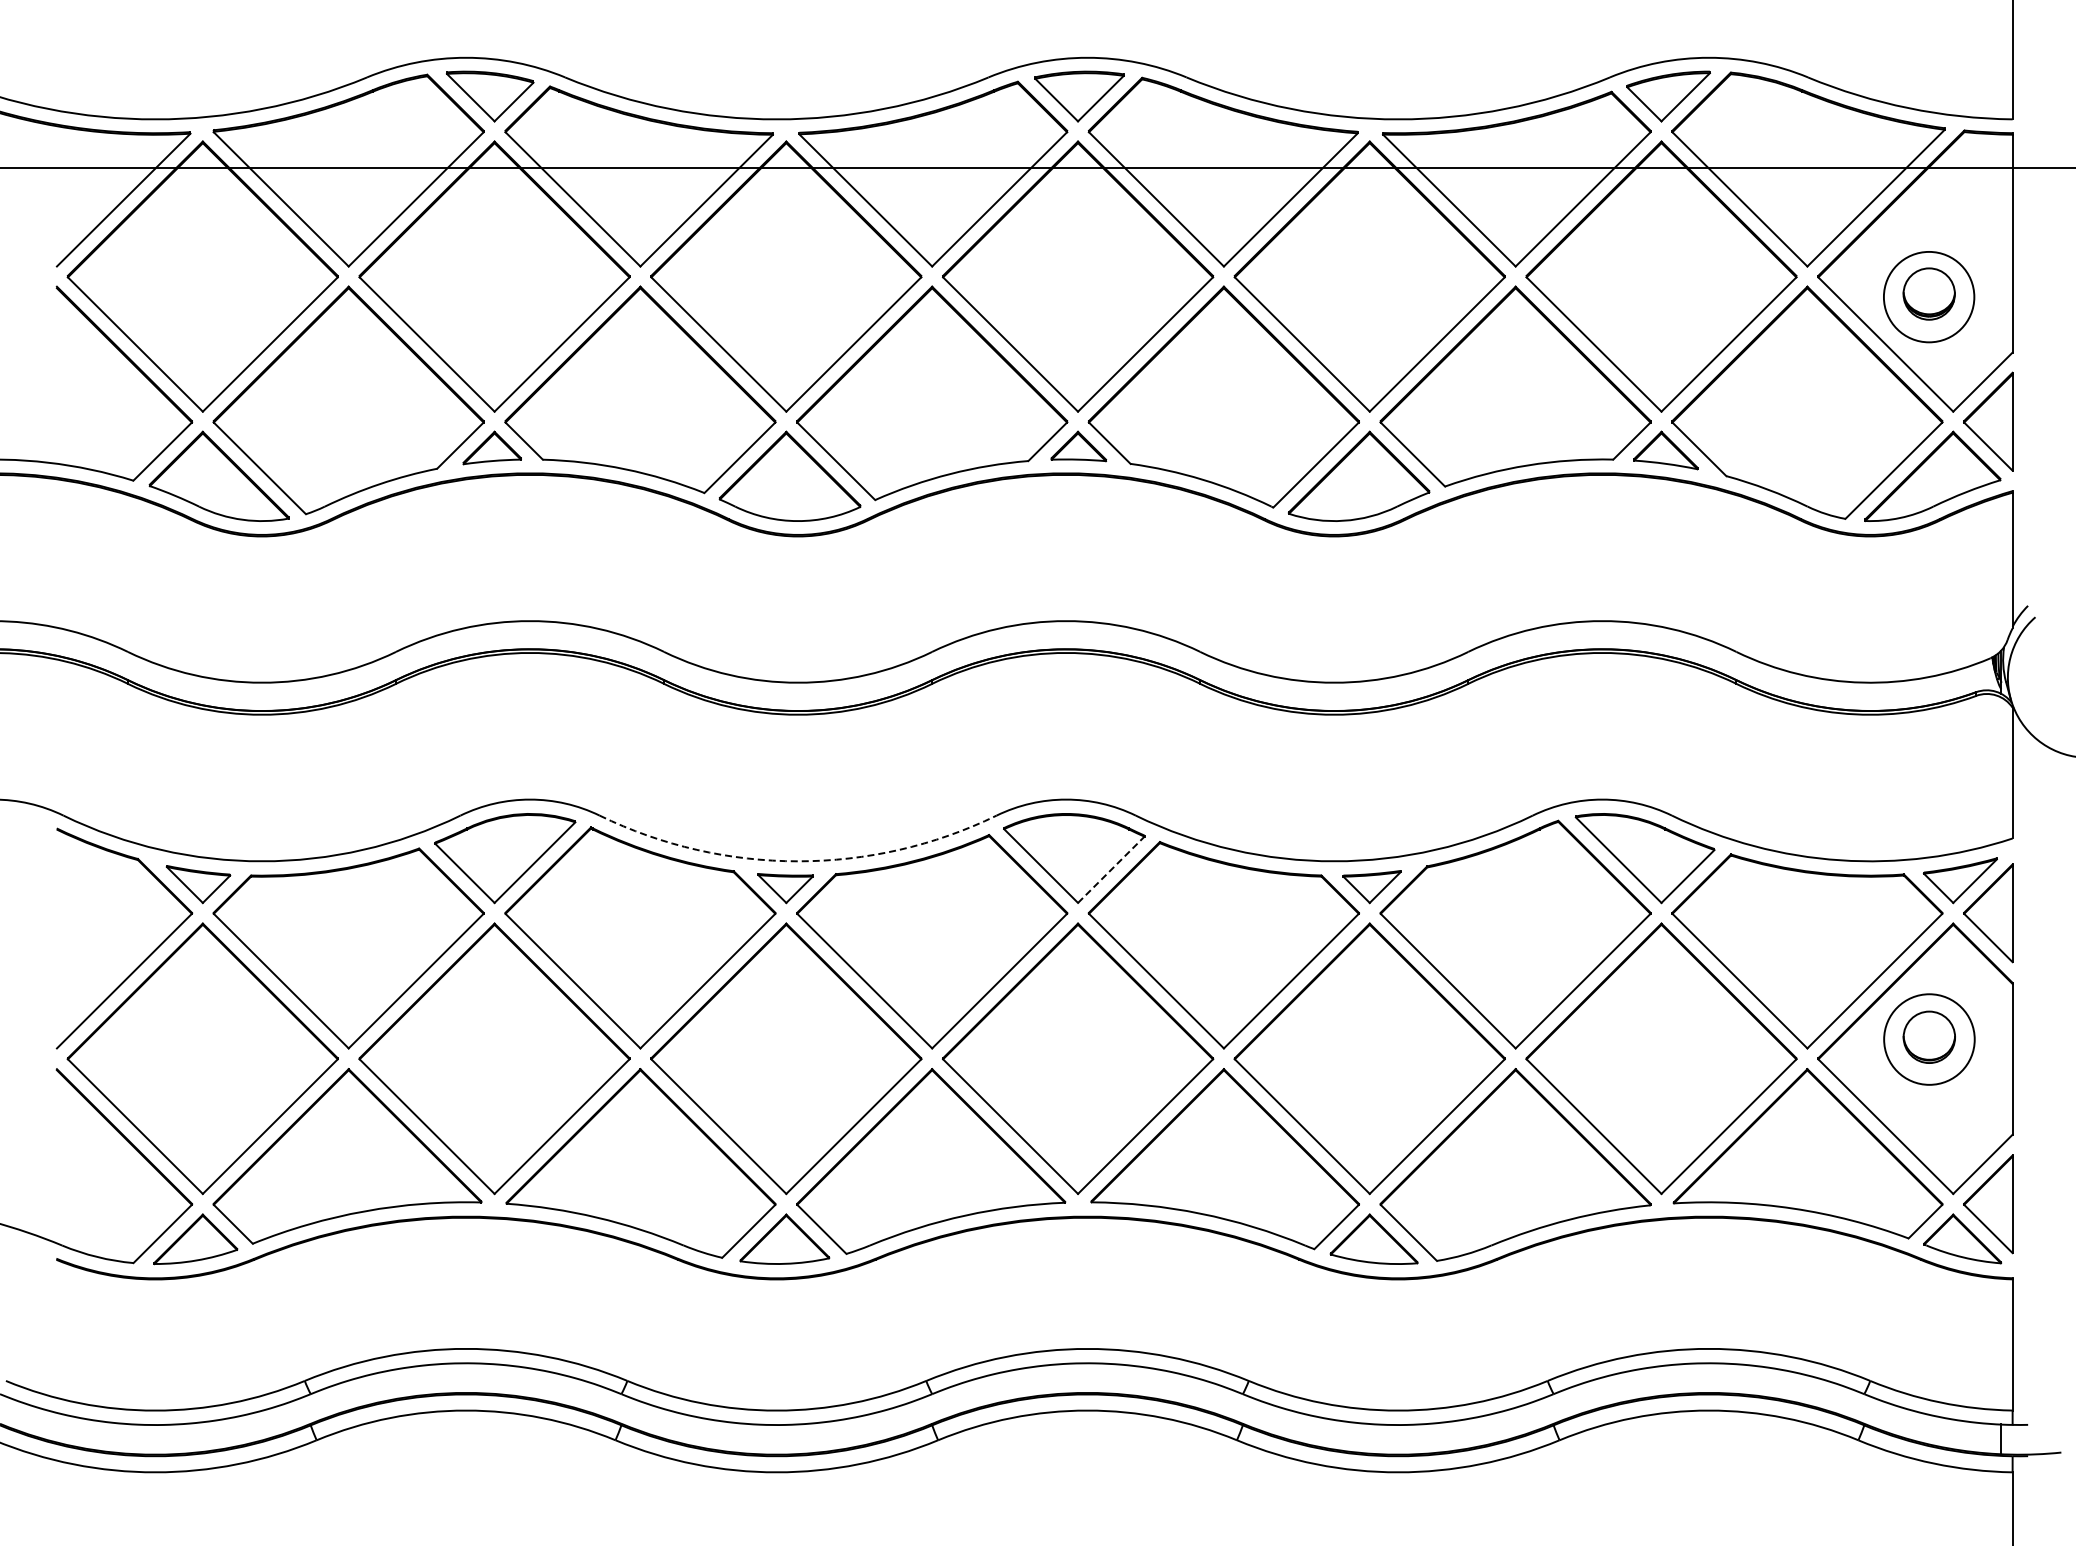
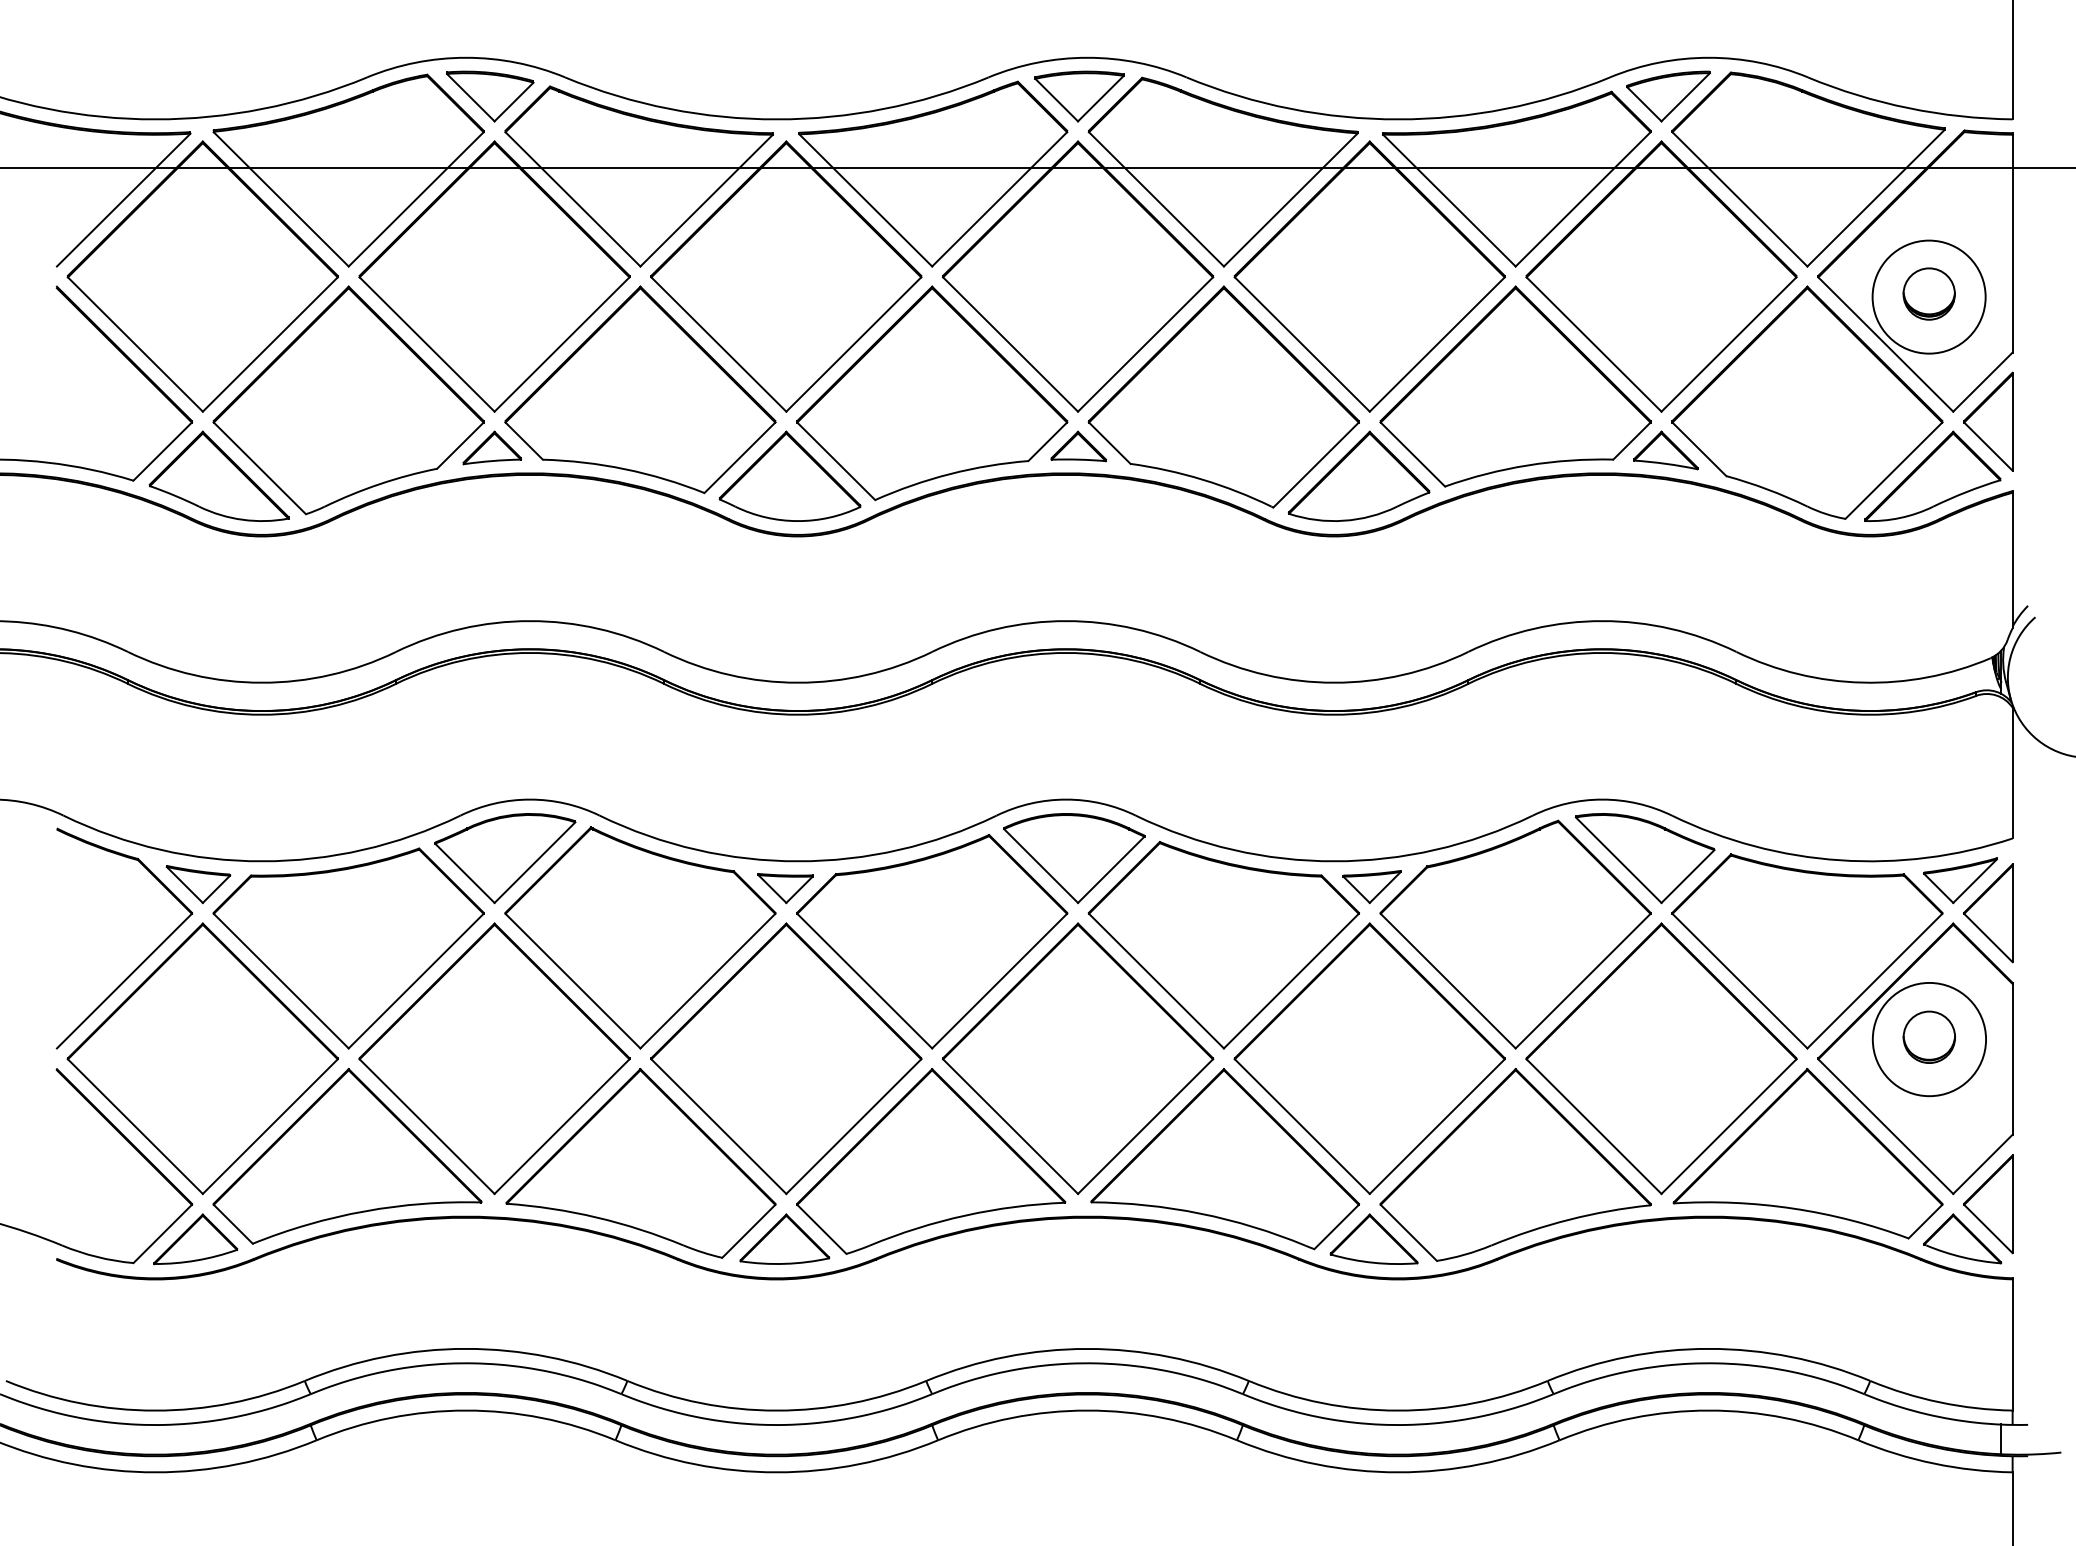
circle at (1928, 296) diameter: 90 px -> 113 px
arc at (798, 861): dashed -> solid
line at (1111, 869): dashed -> solid
circle at (1929, 1039) diameter: 91 px -> 113 px
